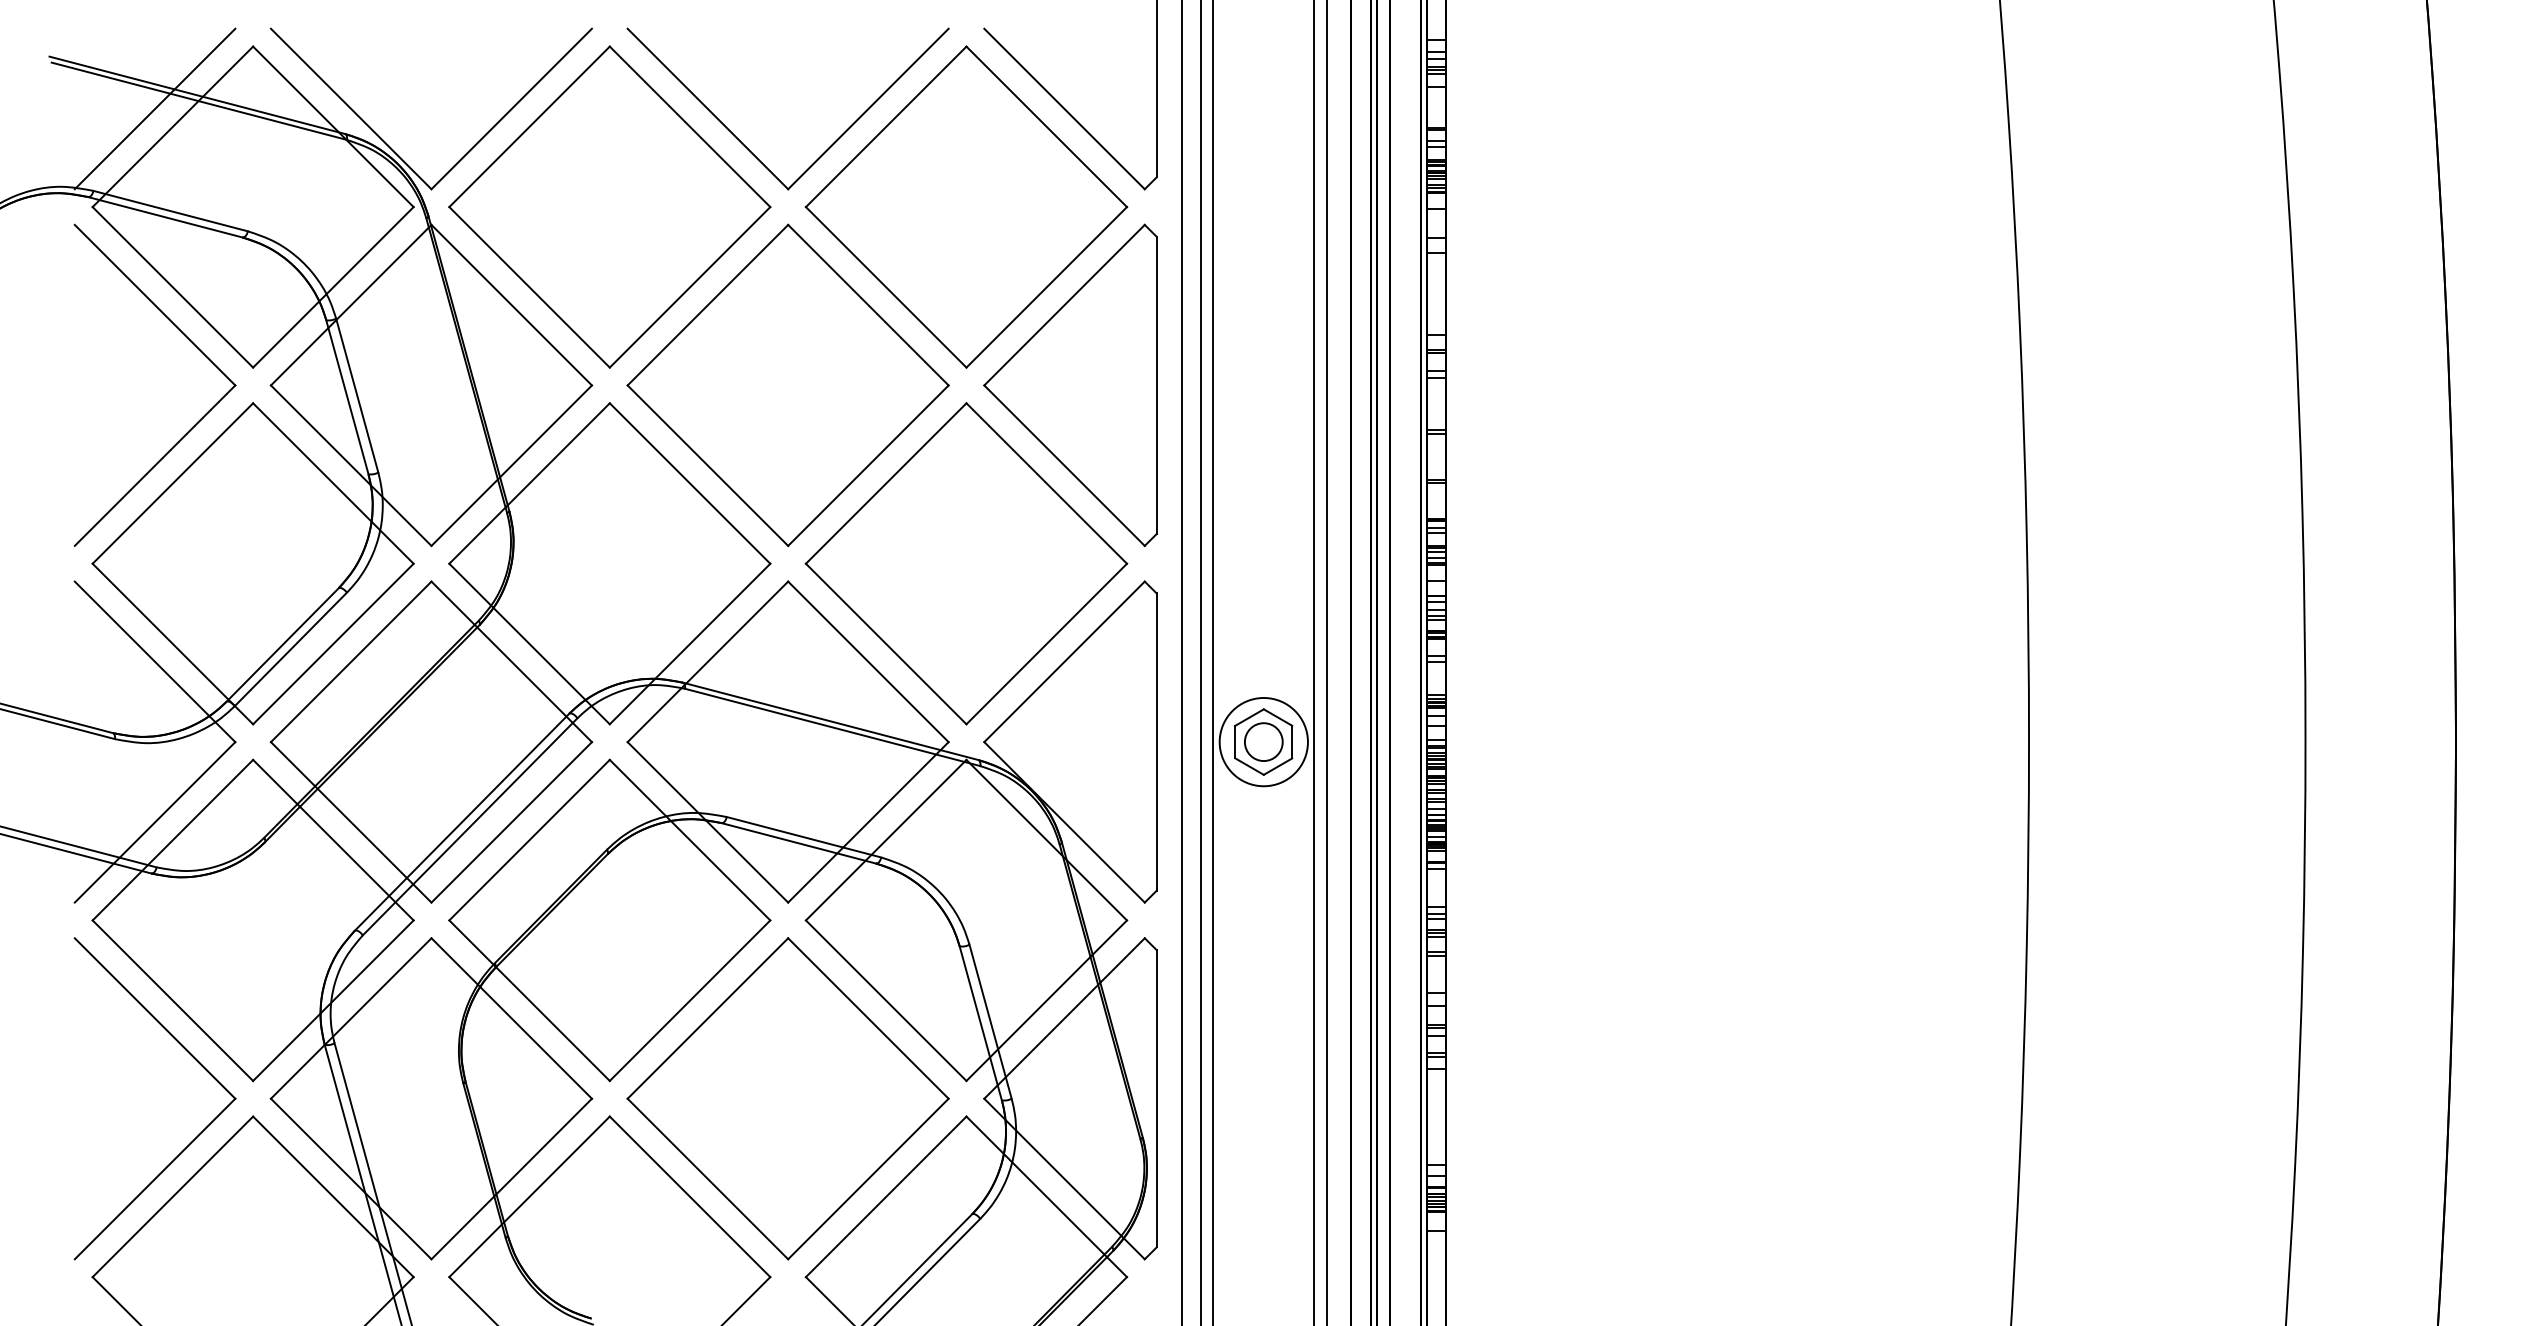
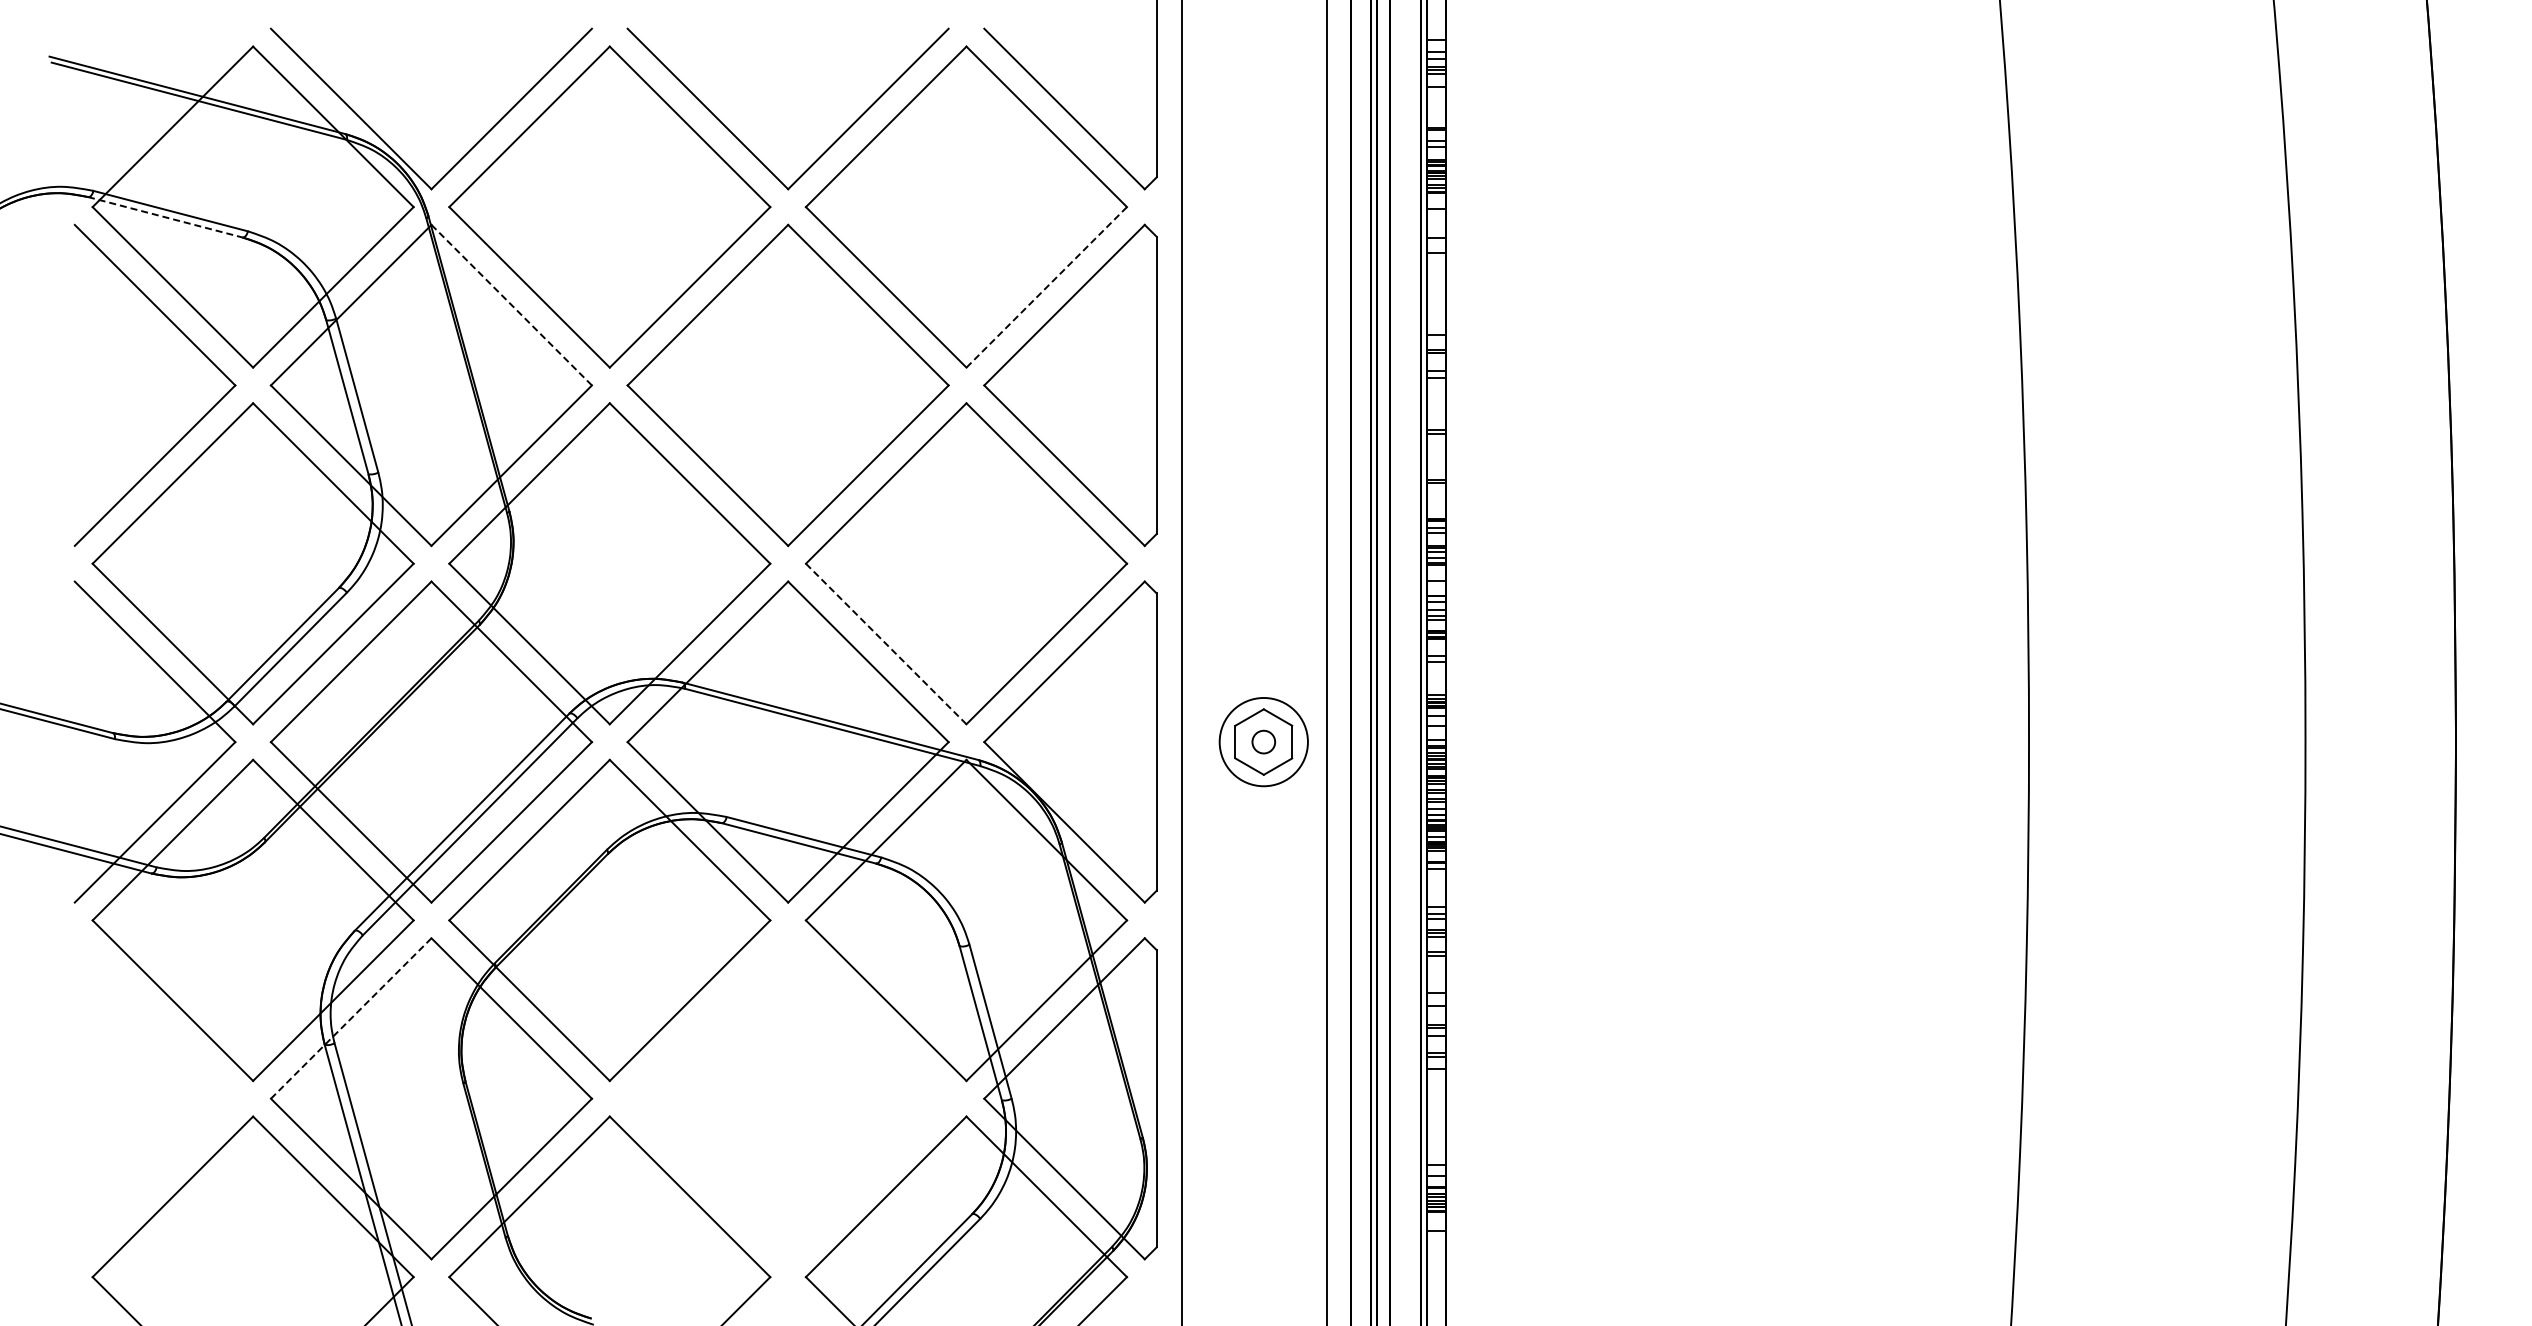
line at (154, 108): present -> none
line at (165, 217): solid -> dashed
line at (1046, 287): solid -> dashed
line at (511, 304): solid -> dashed
line at (886, 644): solid -> dashed
line at (1200, 662): present -> none
line at (1213, 662): present -> none
line at (1314, 662): present -> none
circle at (1263, 742) diameter: 38 px -> 23 px
line at (350, 1018): solid -> dashed
part at (193, 1058): present -> none
part at (787, 1098): present -> none
